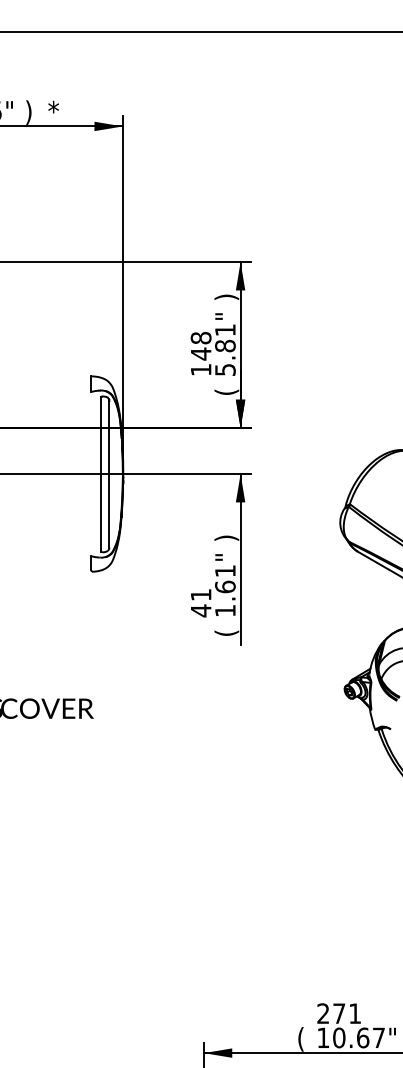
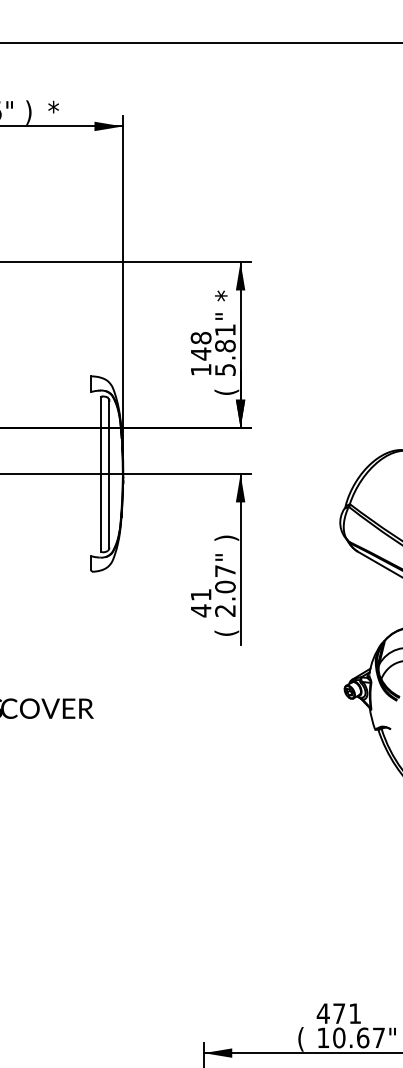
line at (200, 32) position: (200, 32) -> (200, 43)
text at (226, 295): ) -> *
text at (225, 590): 1.61" -> 2.07"
text at (322, 1013): 271 -> 471
